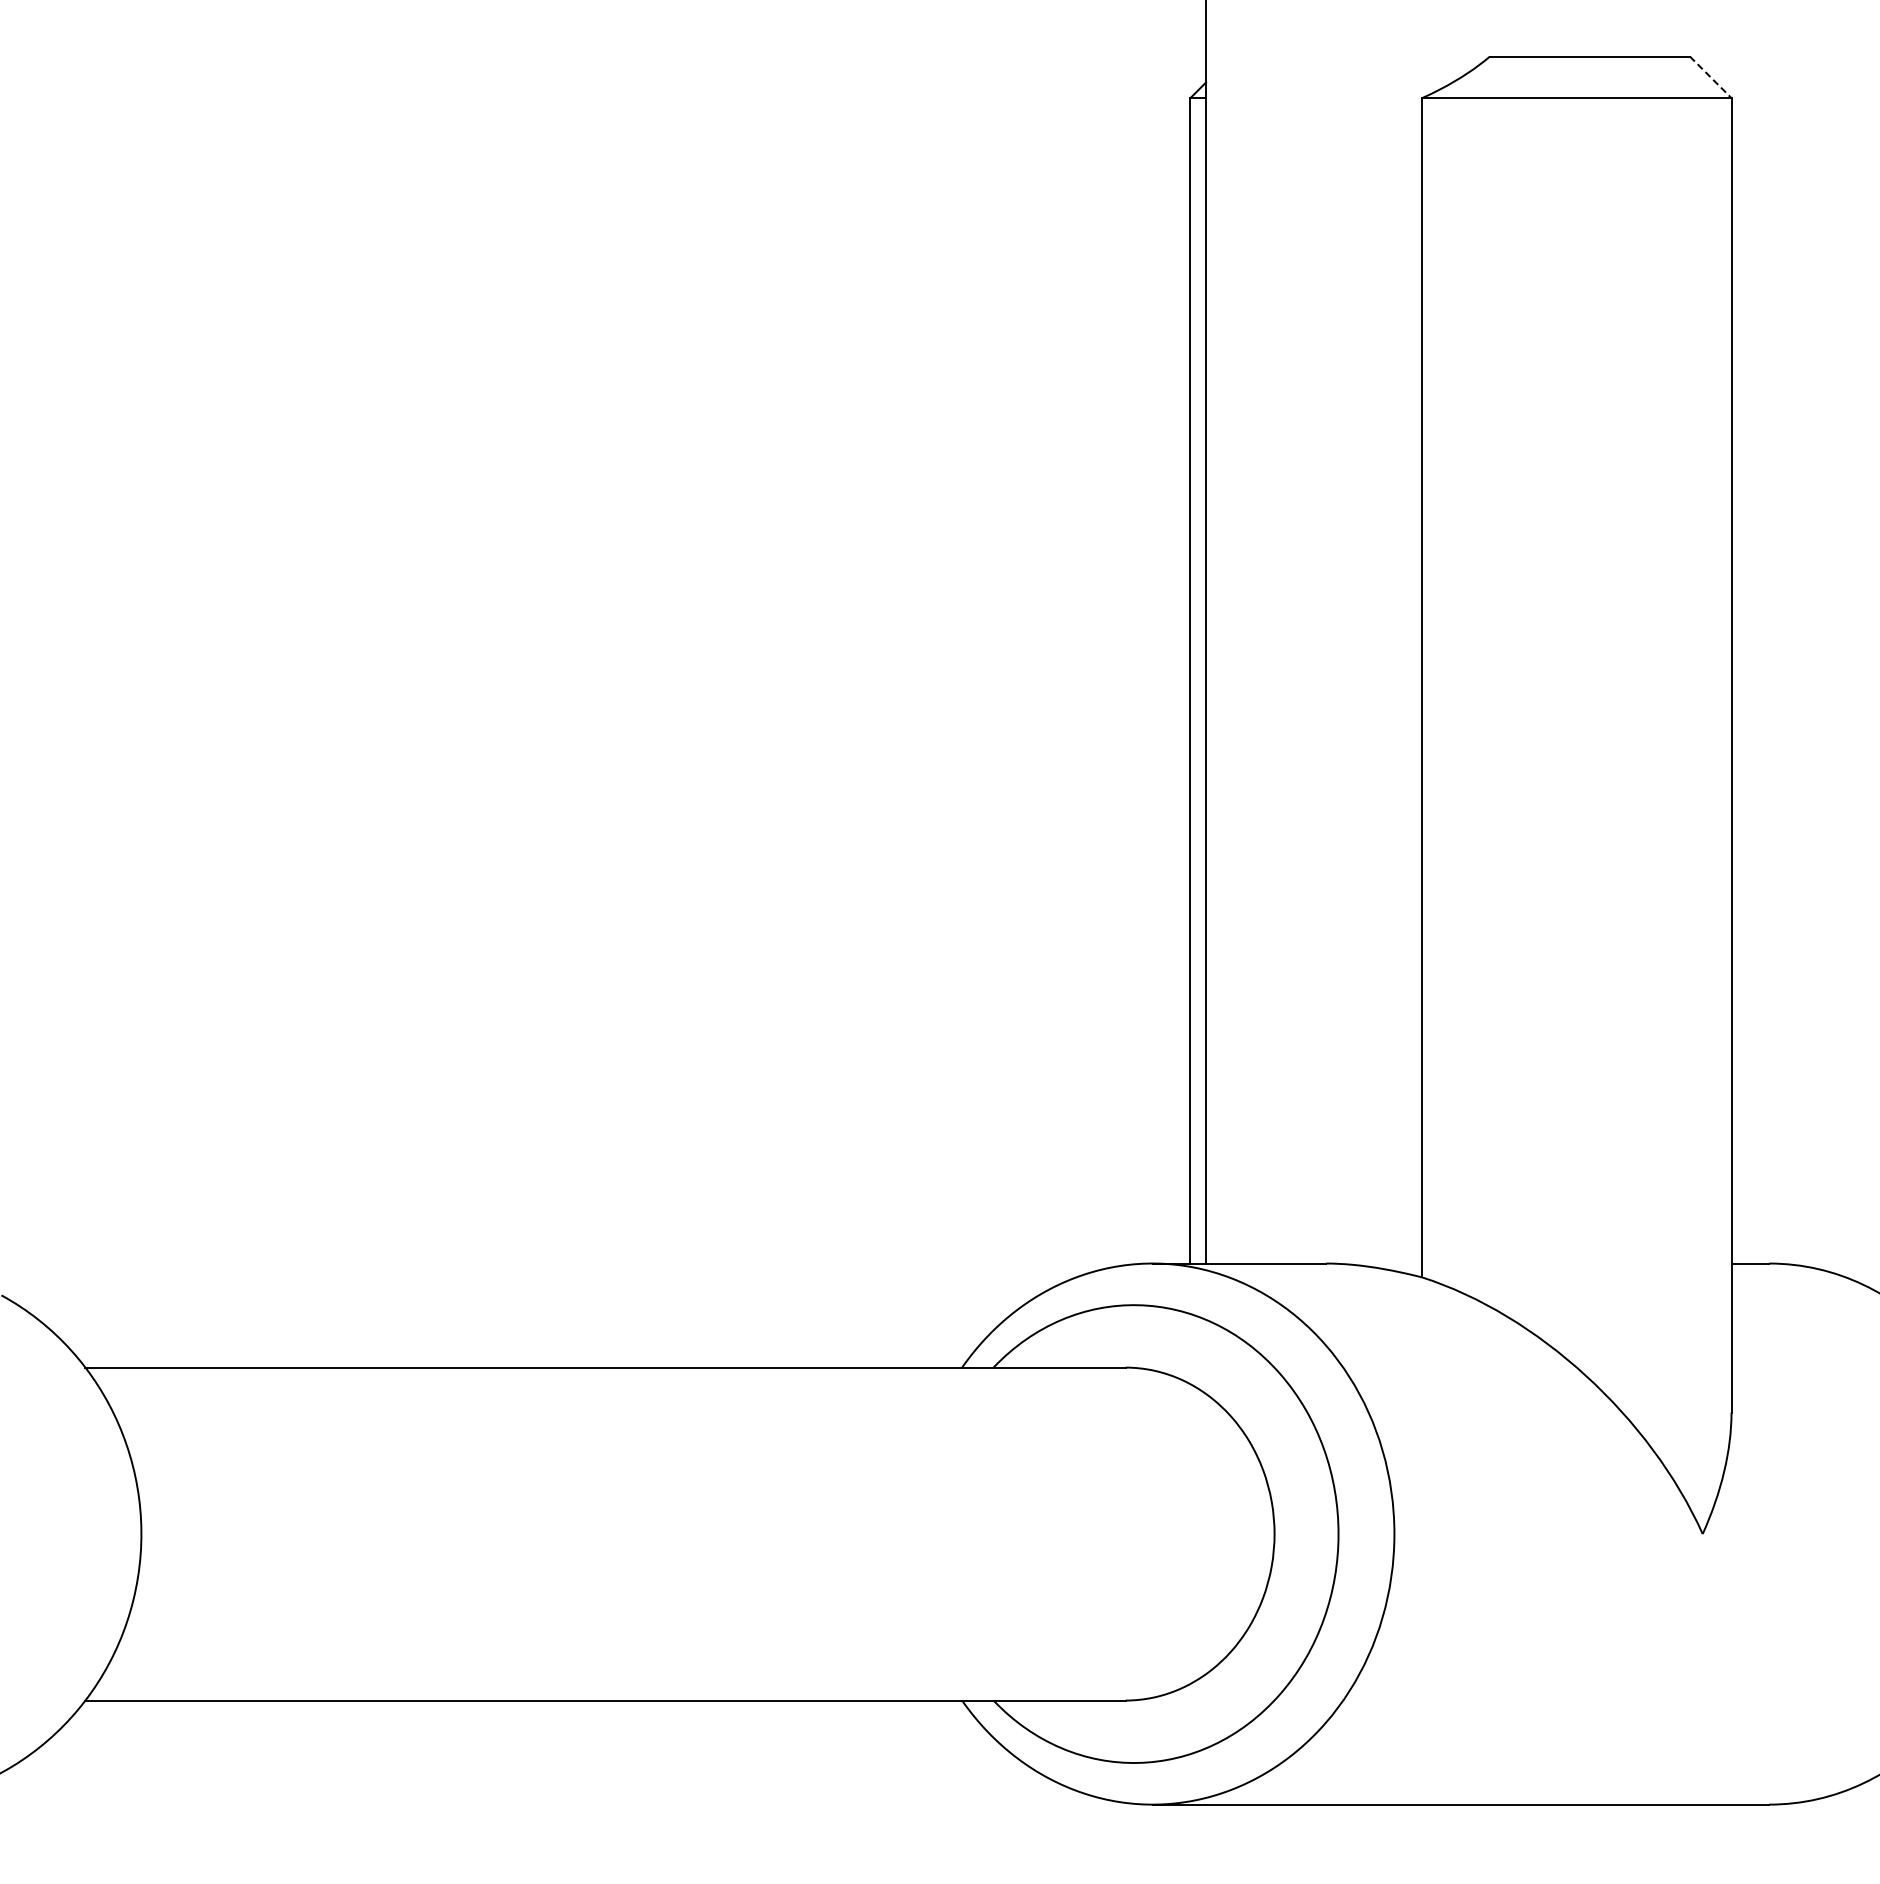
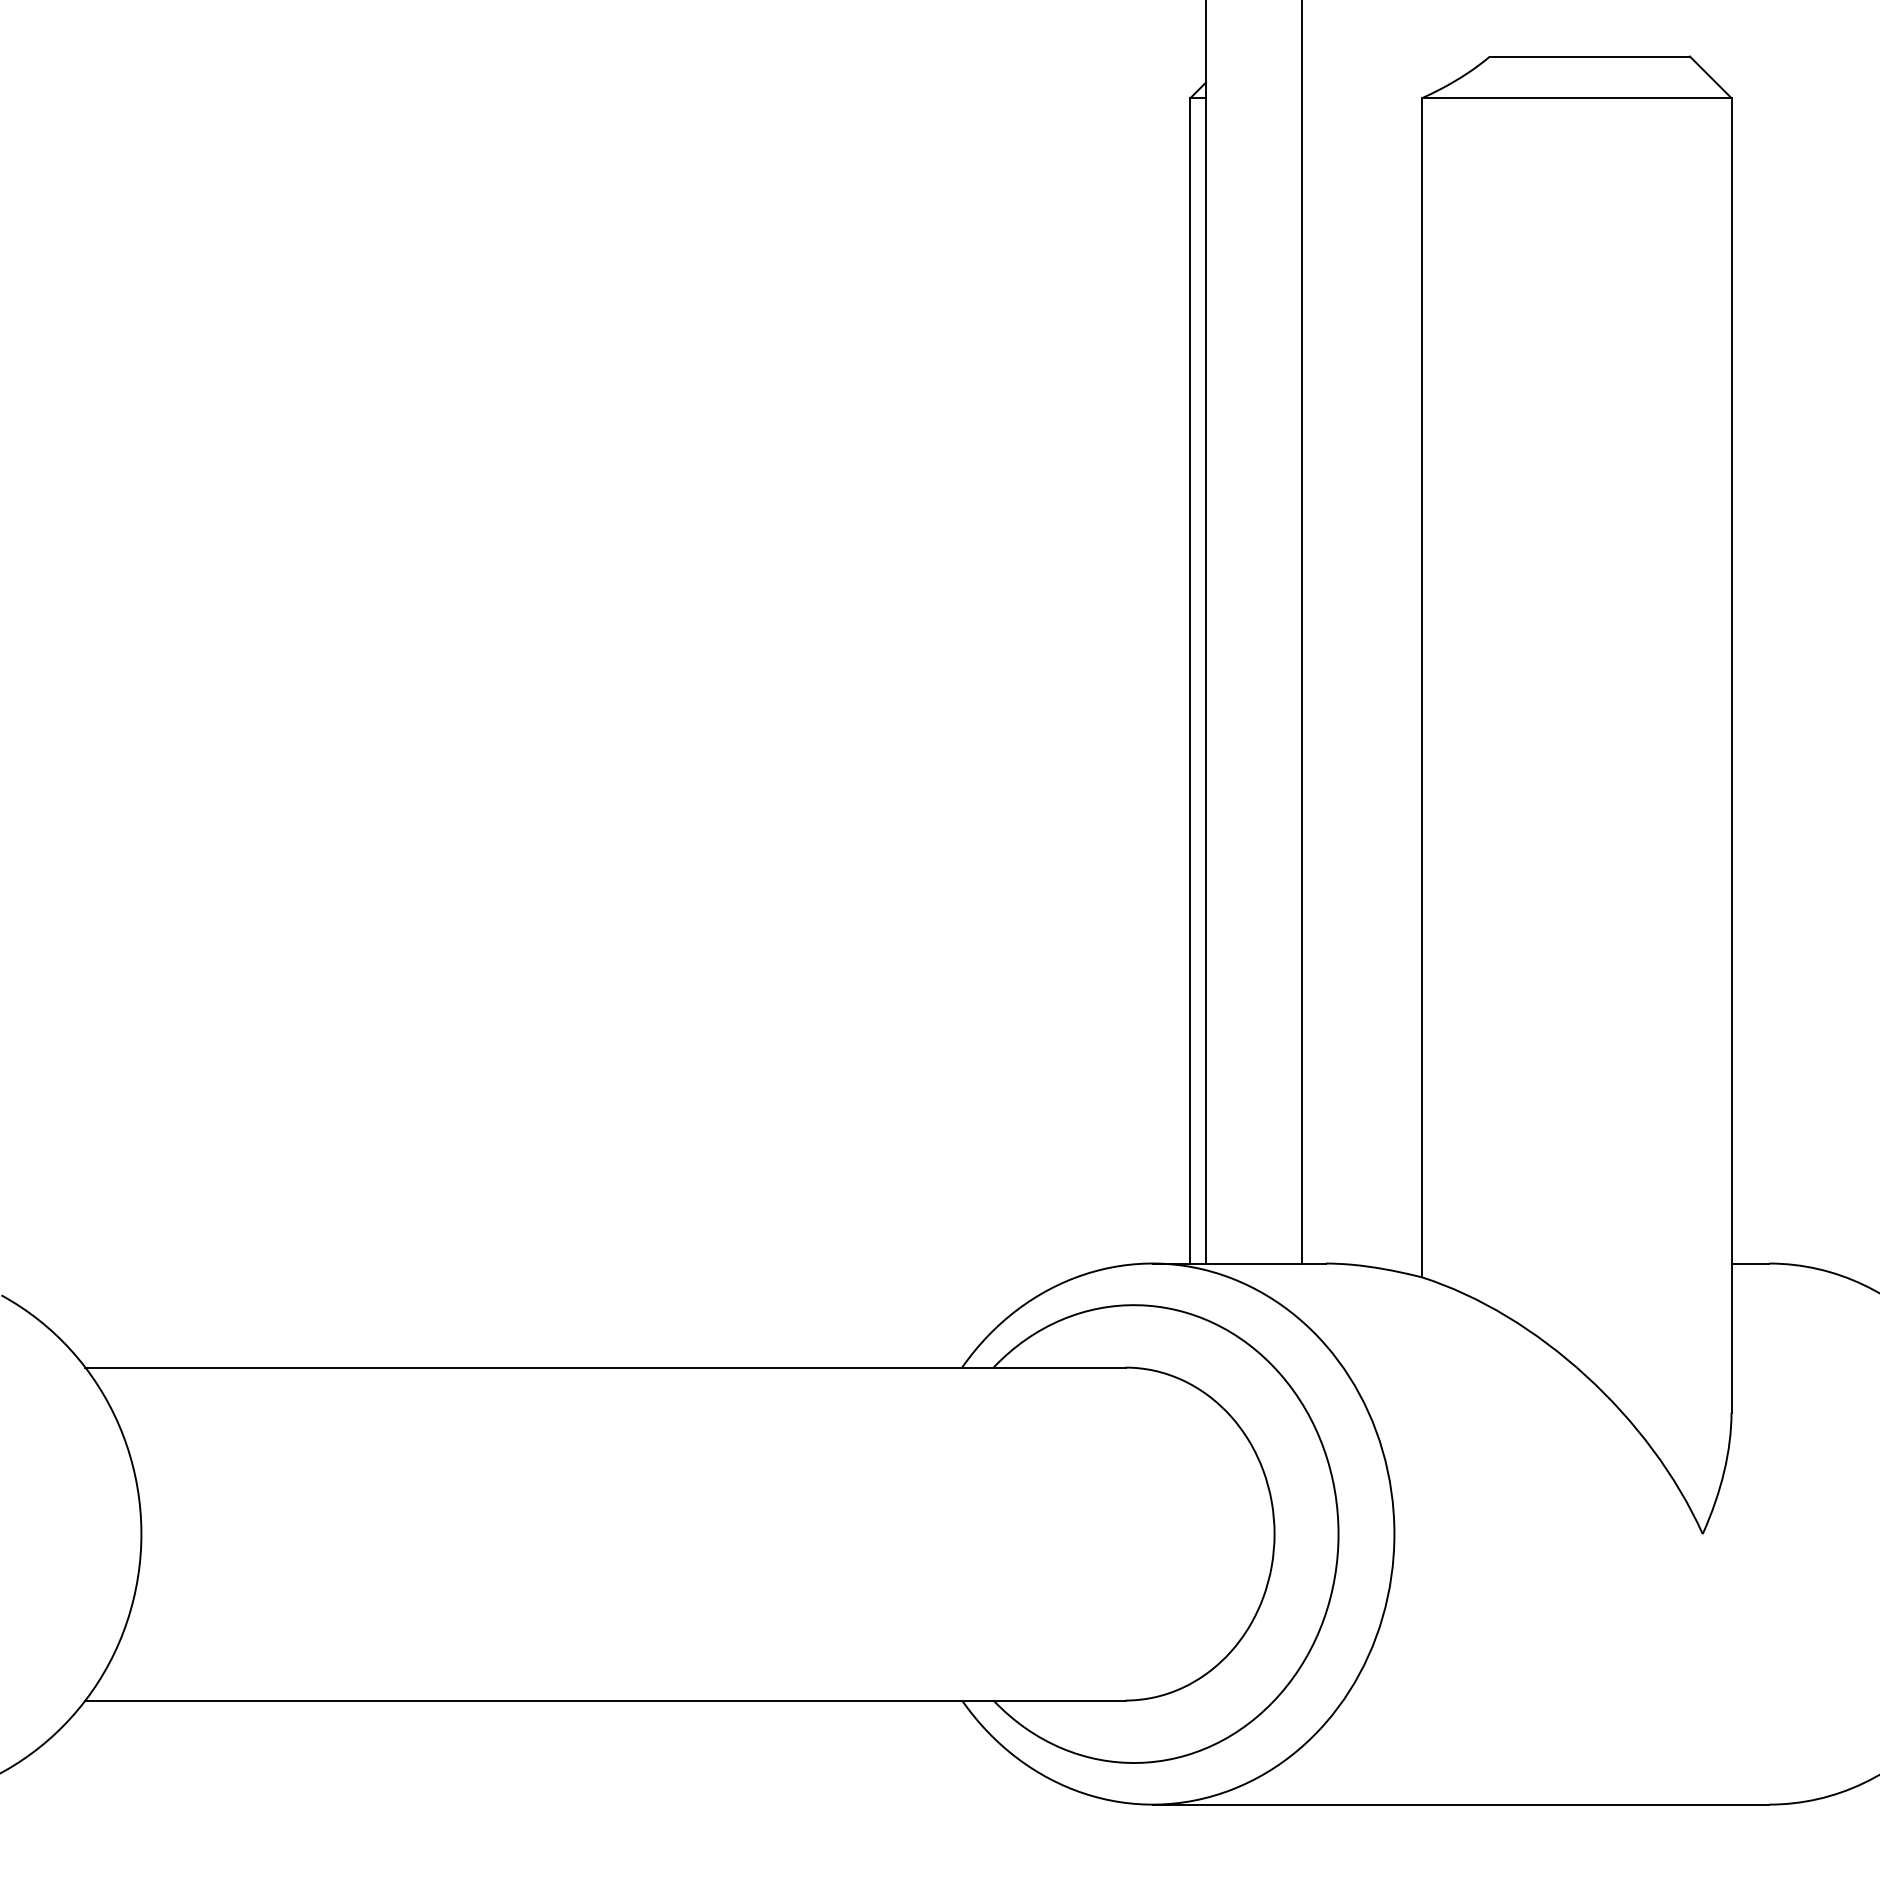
line at (1711, 77): dashed -> solid
line at (1301, 632): none -> present
